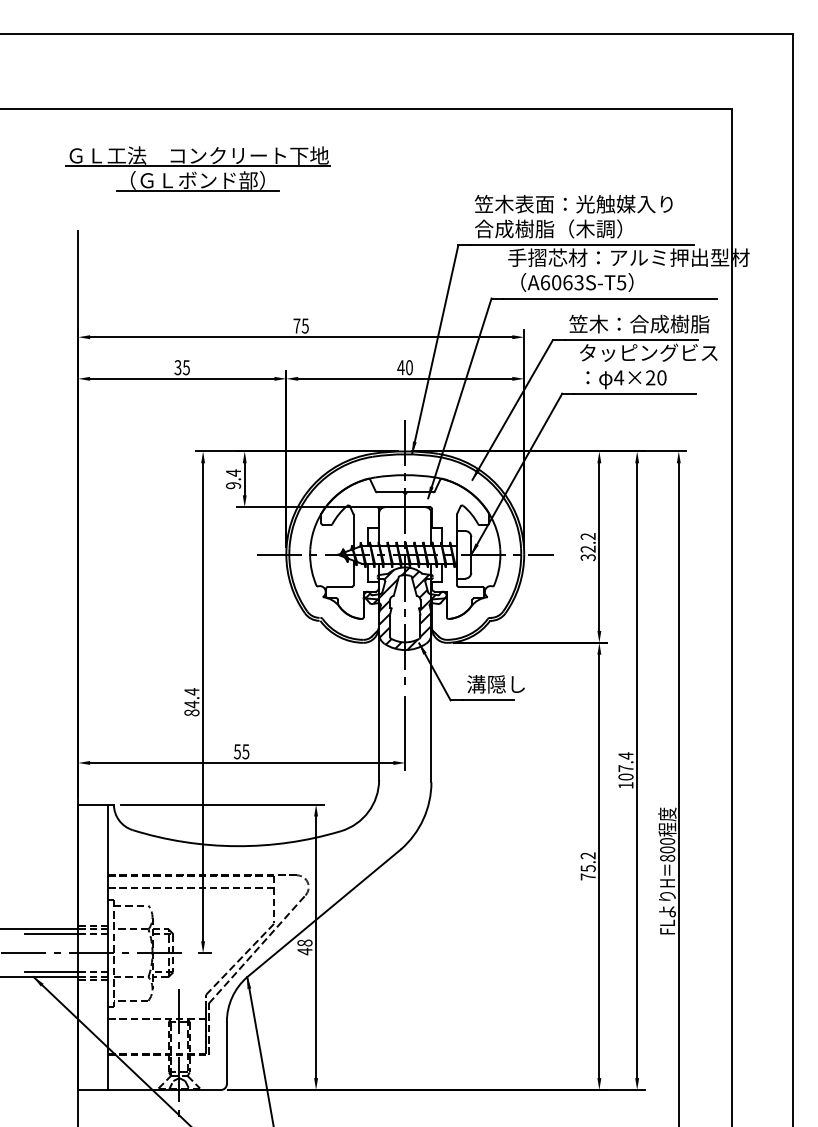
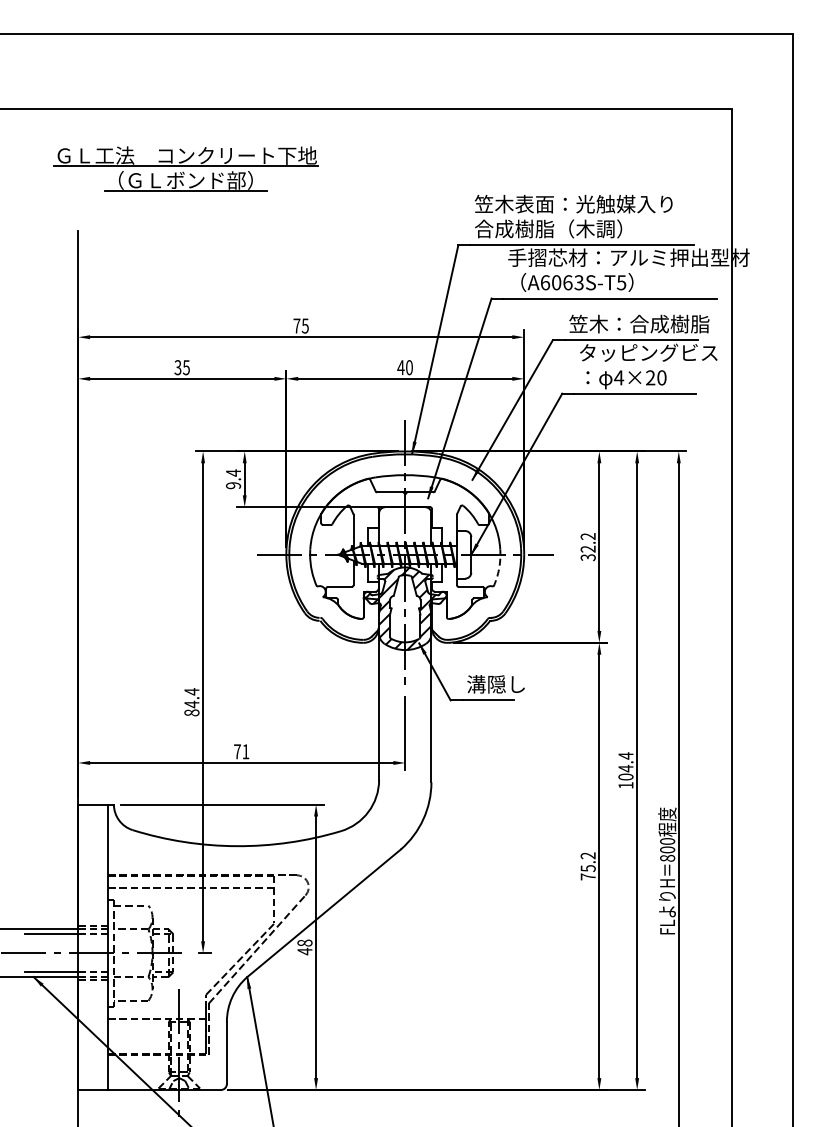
part at (197, 168) position: (197, 168) -> (185, 168)
arc at (498, 571): solid -> dashed
text at (241, 751): 55 -> 71
text at (625, 768): 107.4 -> 104.4
